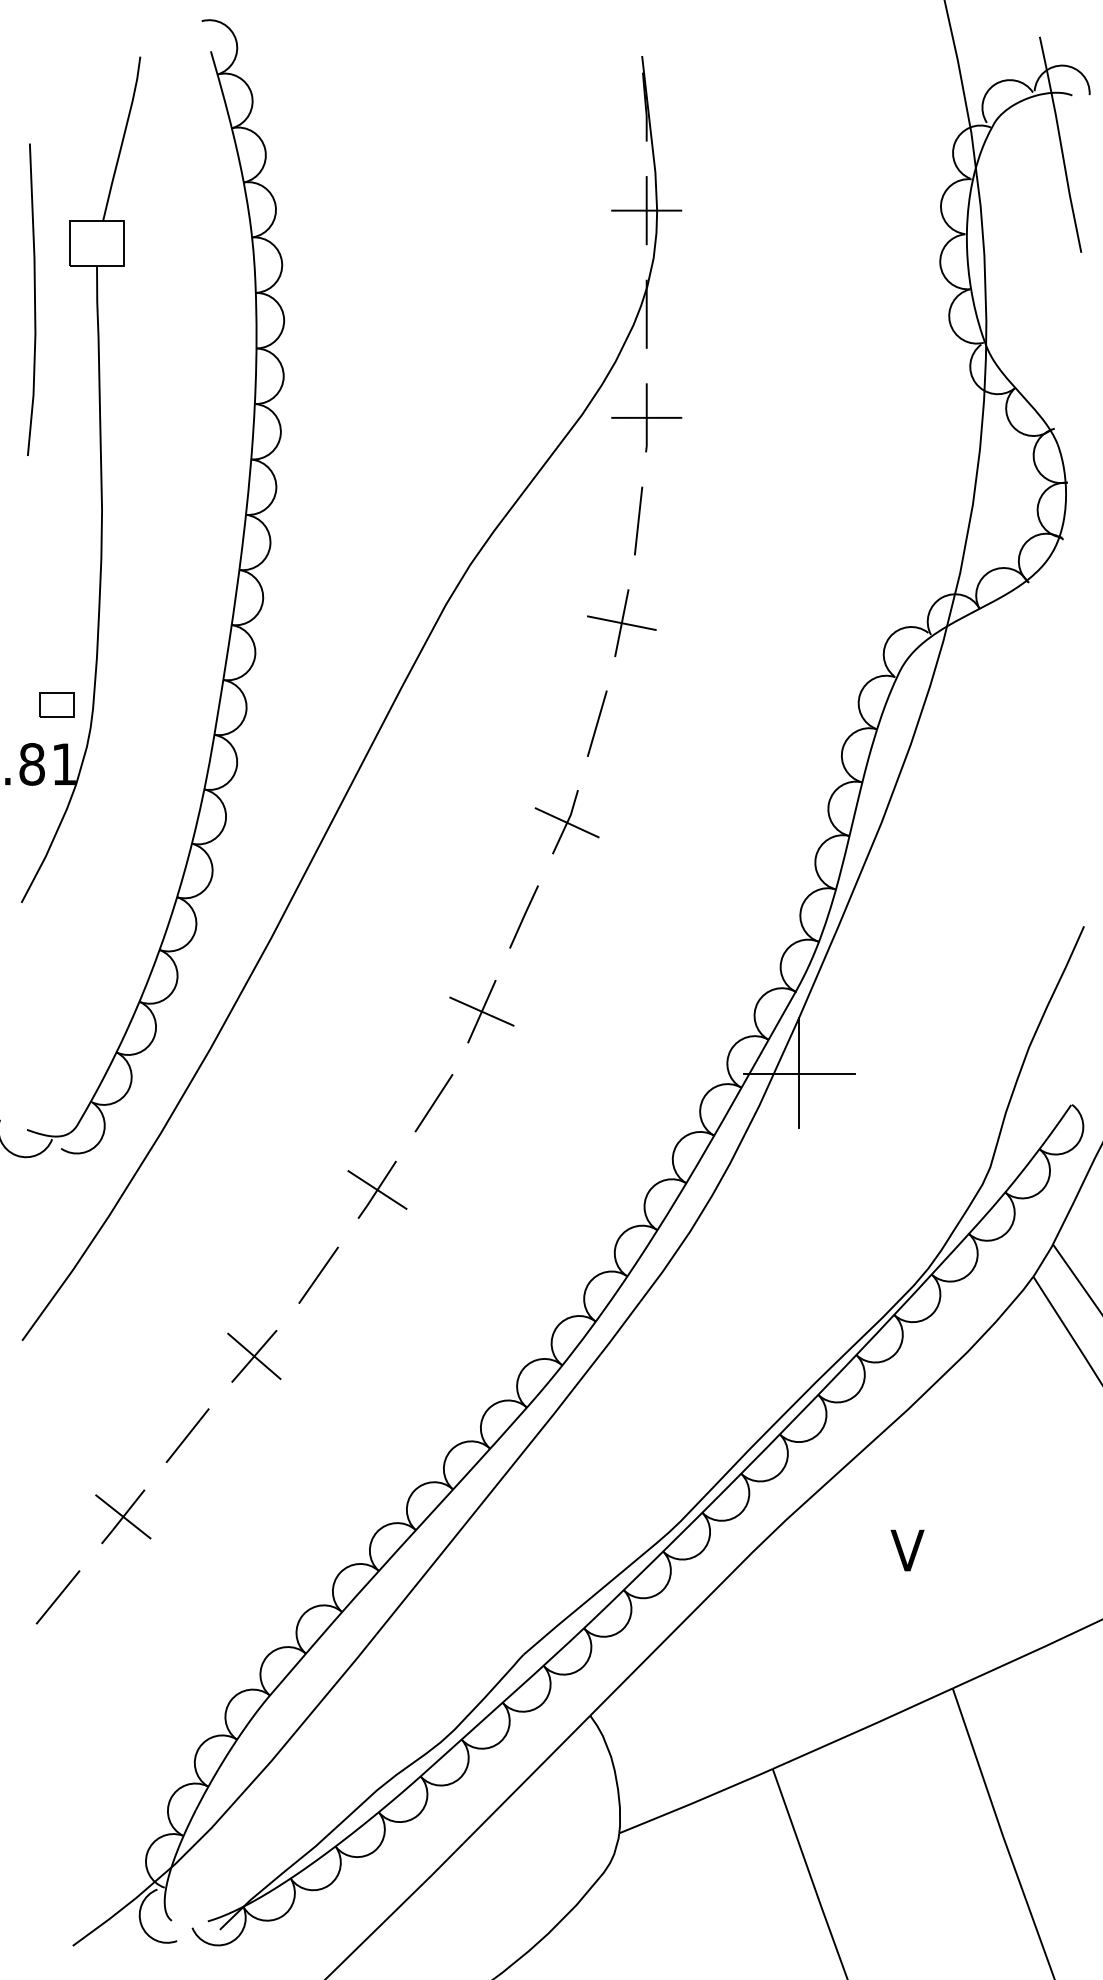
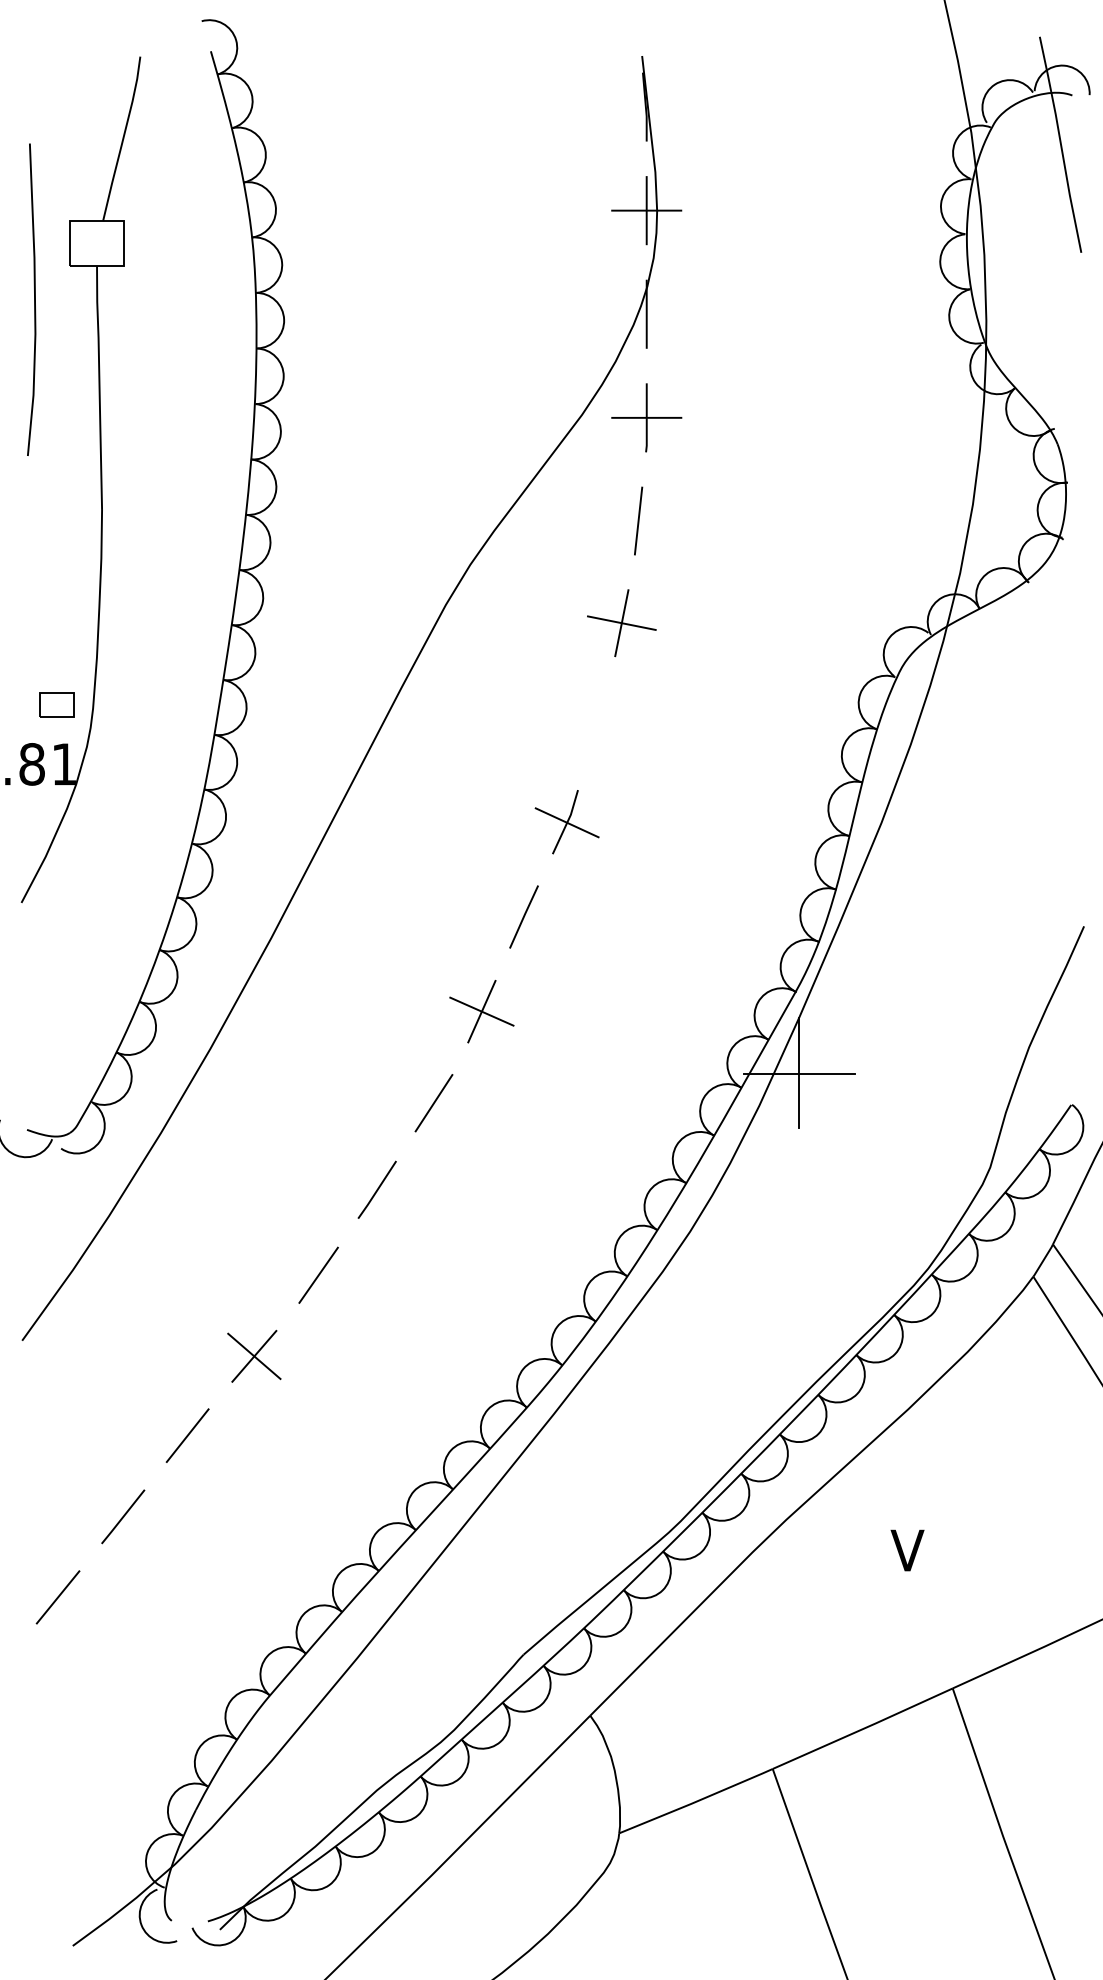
line at (597, 723): present -> none
line at (377, 1189): present -> none
line at (123, 1516): present -> none
